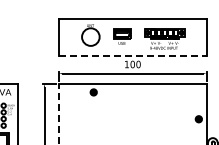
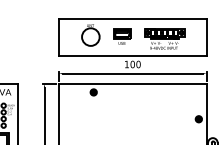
line at (132, 56): dashed -> solid
line at (58, 113): dashed -> solid
